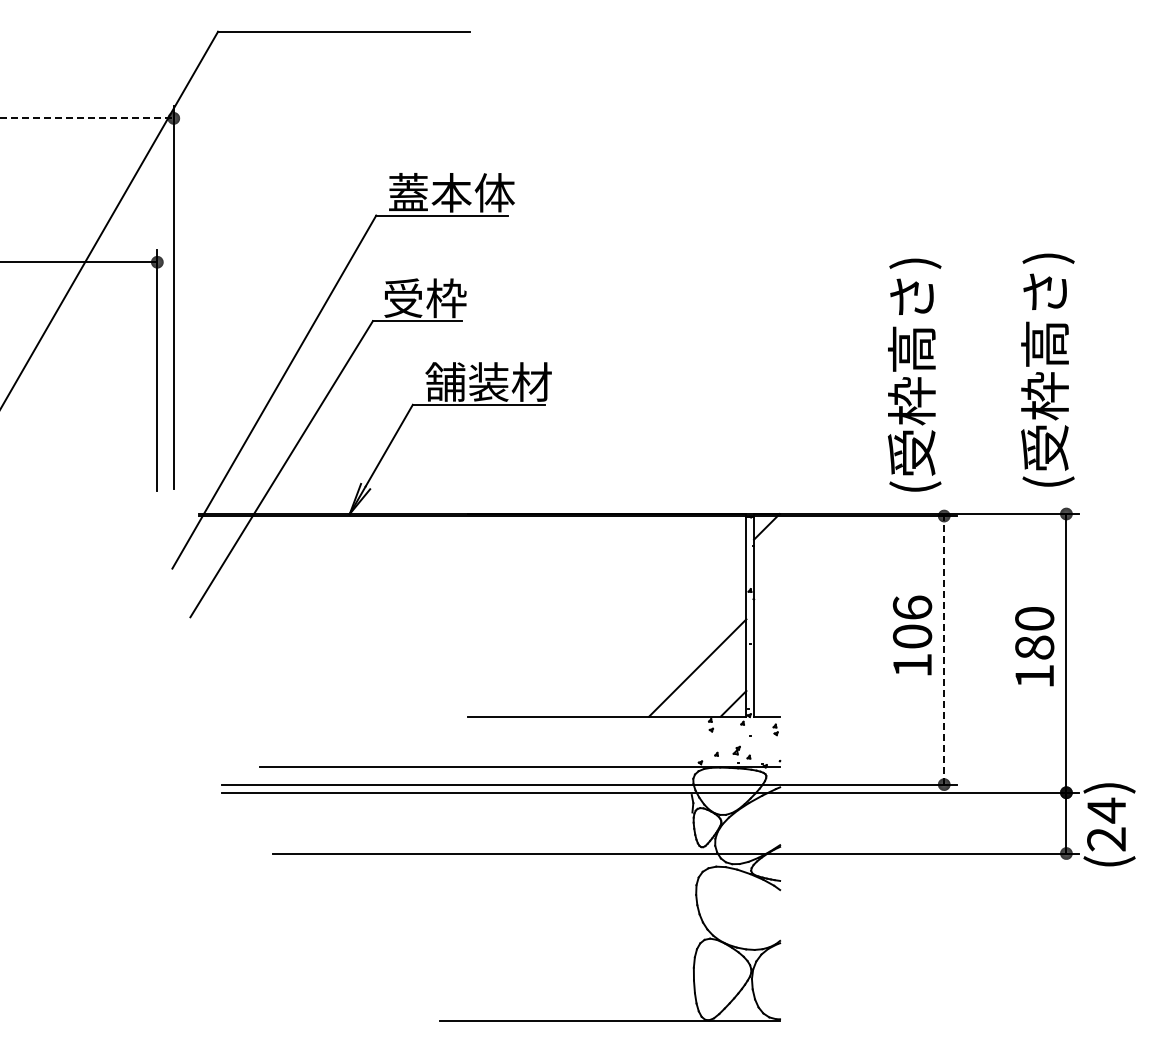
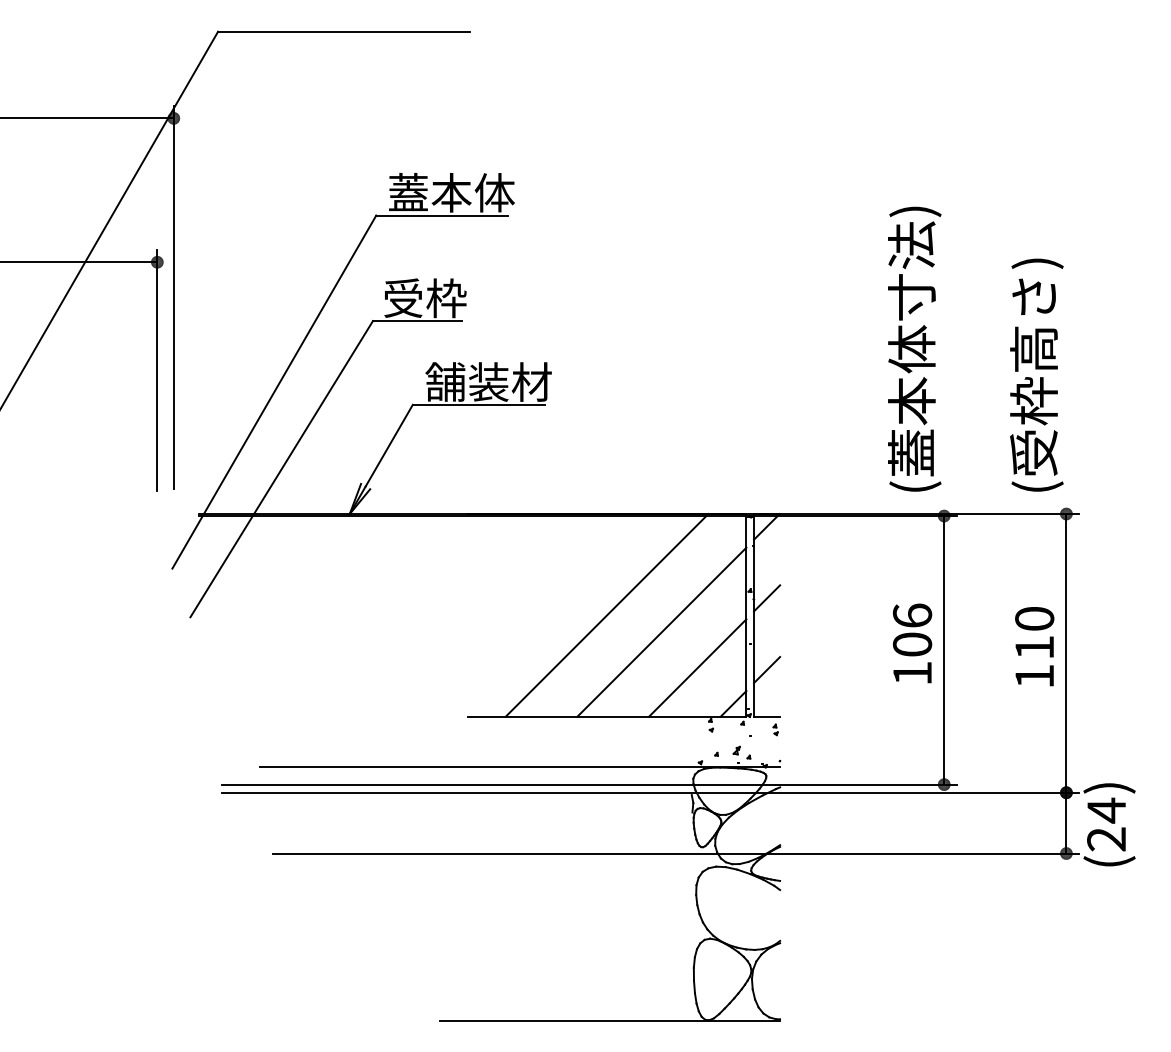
line at (87, 118): dashed -> solid
text at (914, 341): (受枠高さ) -> (蓋本体寸法)
text at (1047, 369) position: (1047, 369) -> (1036, 374)
line at (767, 598): none -> present
line at (606, 615): none -> present
line at (661, 631): none -> present
text at (912, 635) position: (912, 635) -> (912, 643)
text at (1034, 647): 180 -> 110
line at (944, 649): dashed -> solid
line at (767, 670): none -> present
